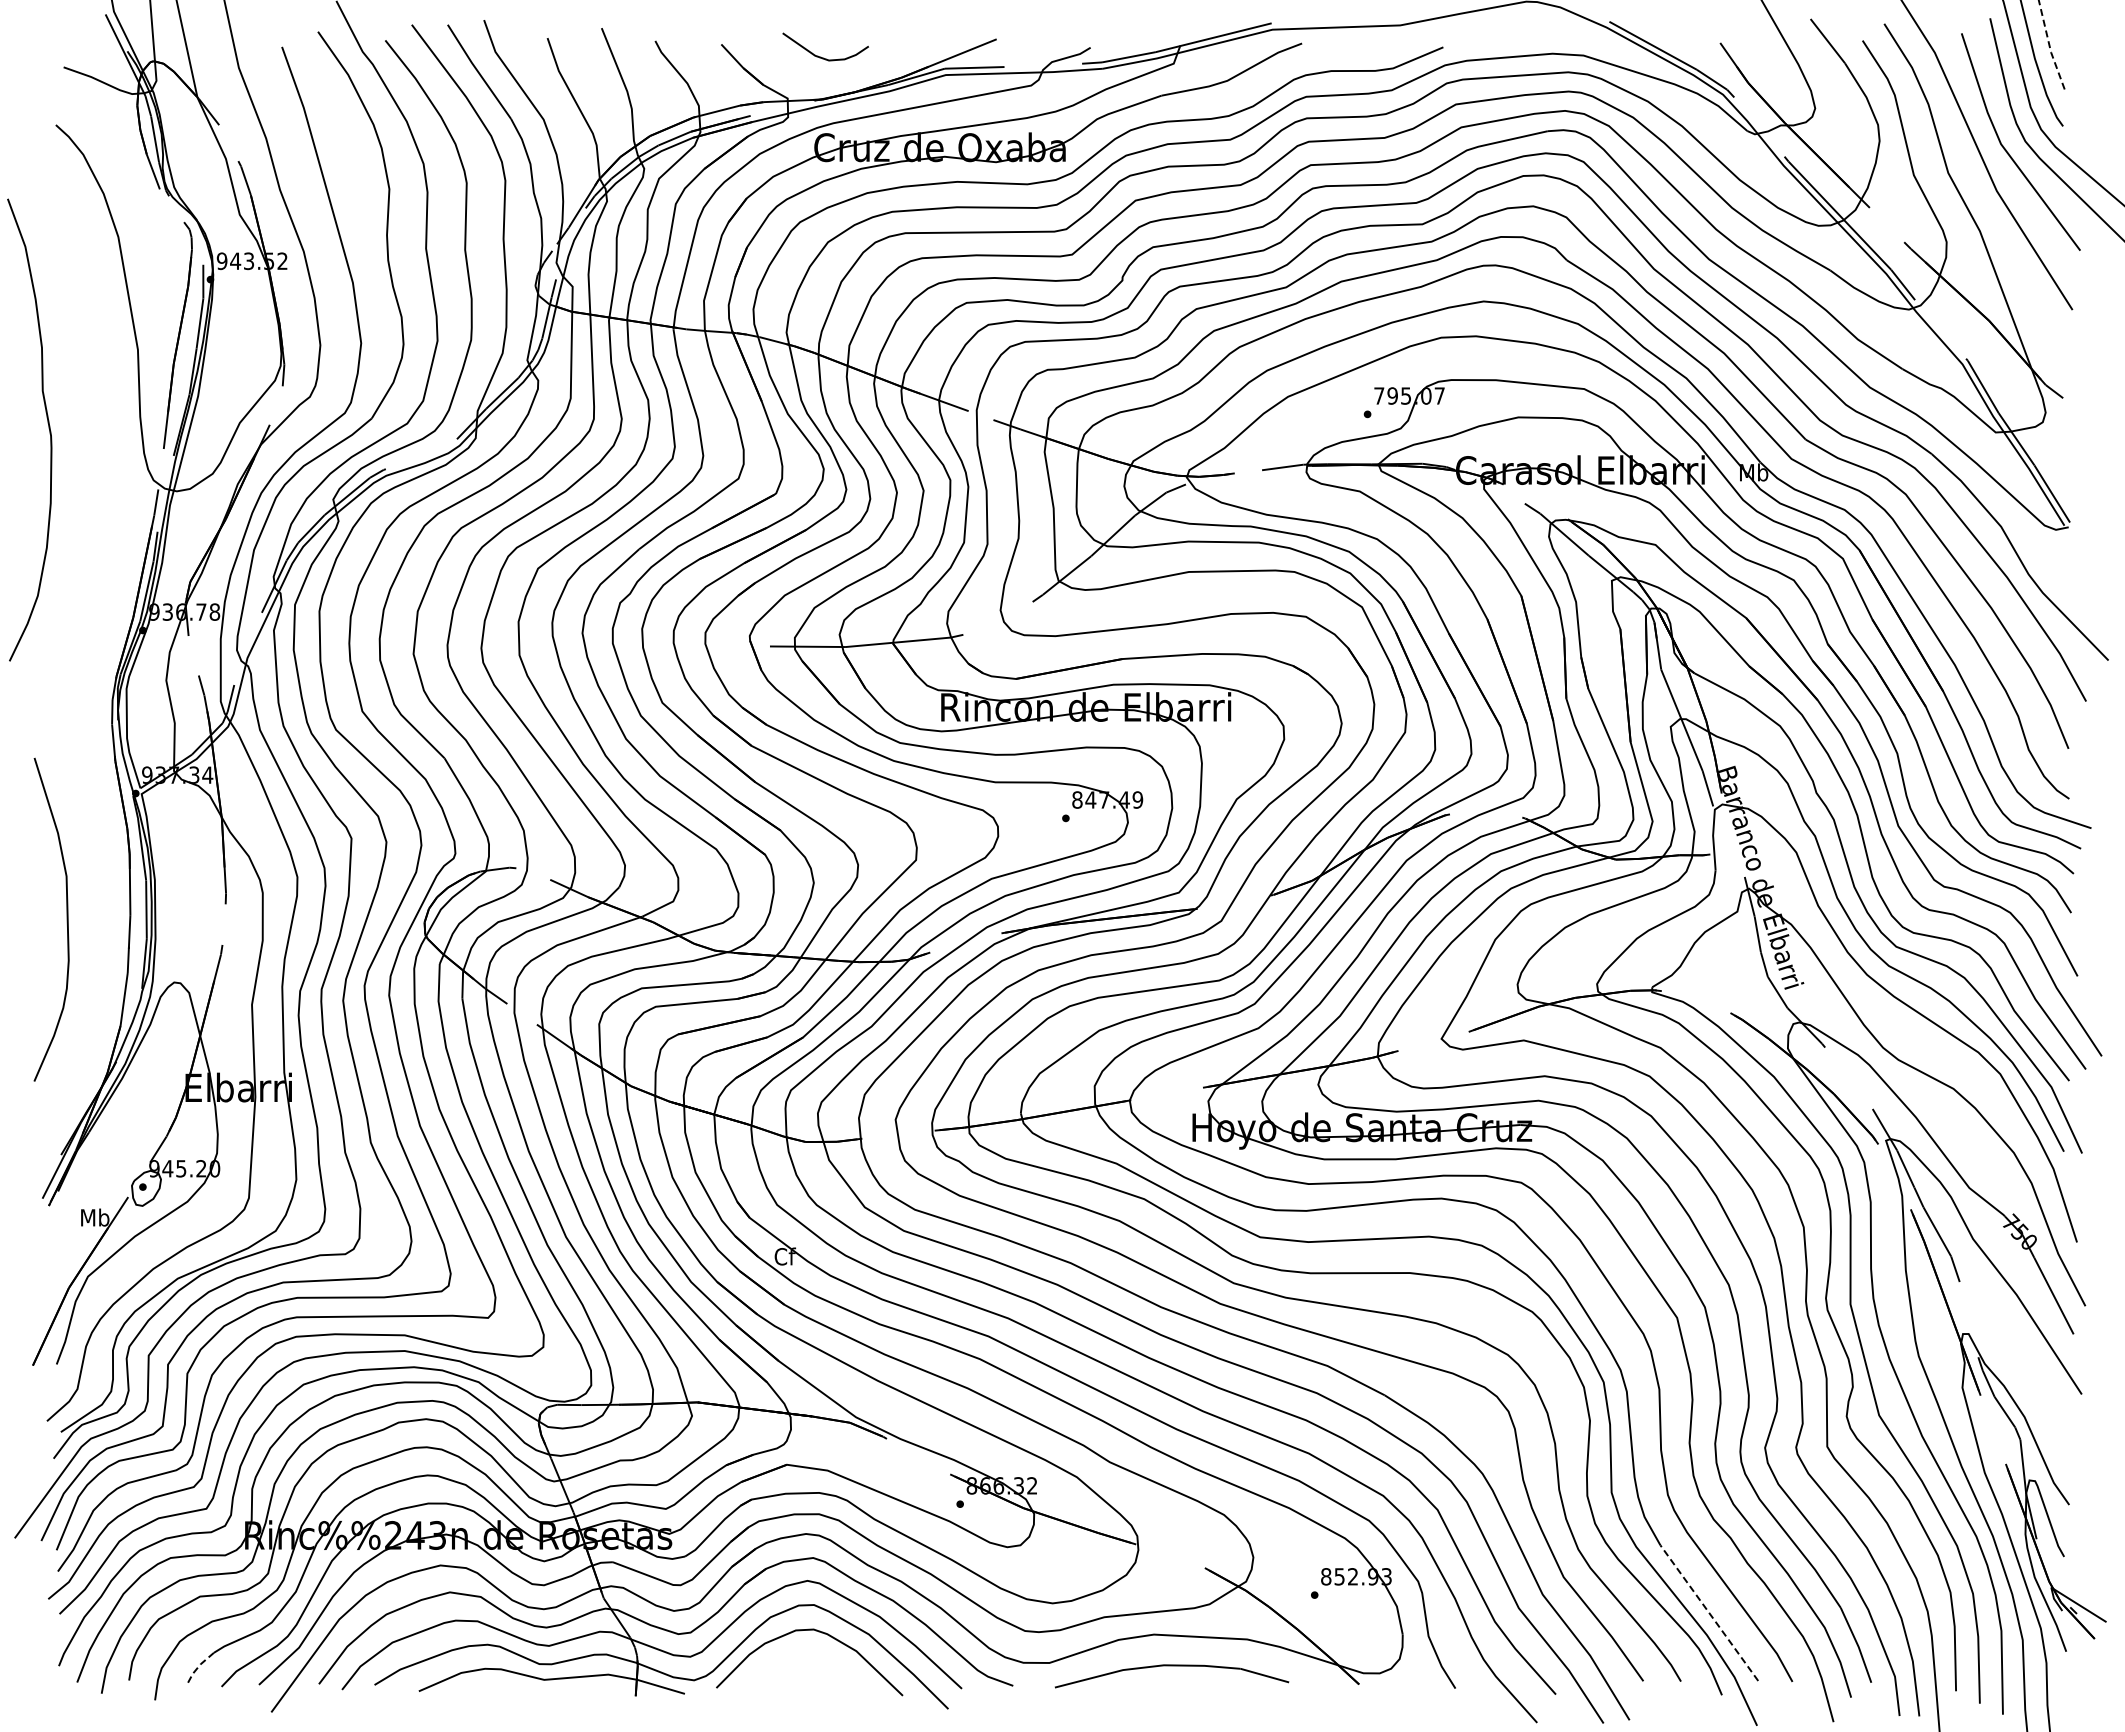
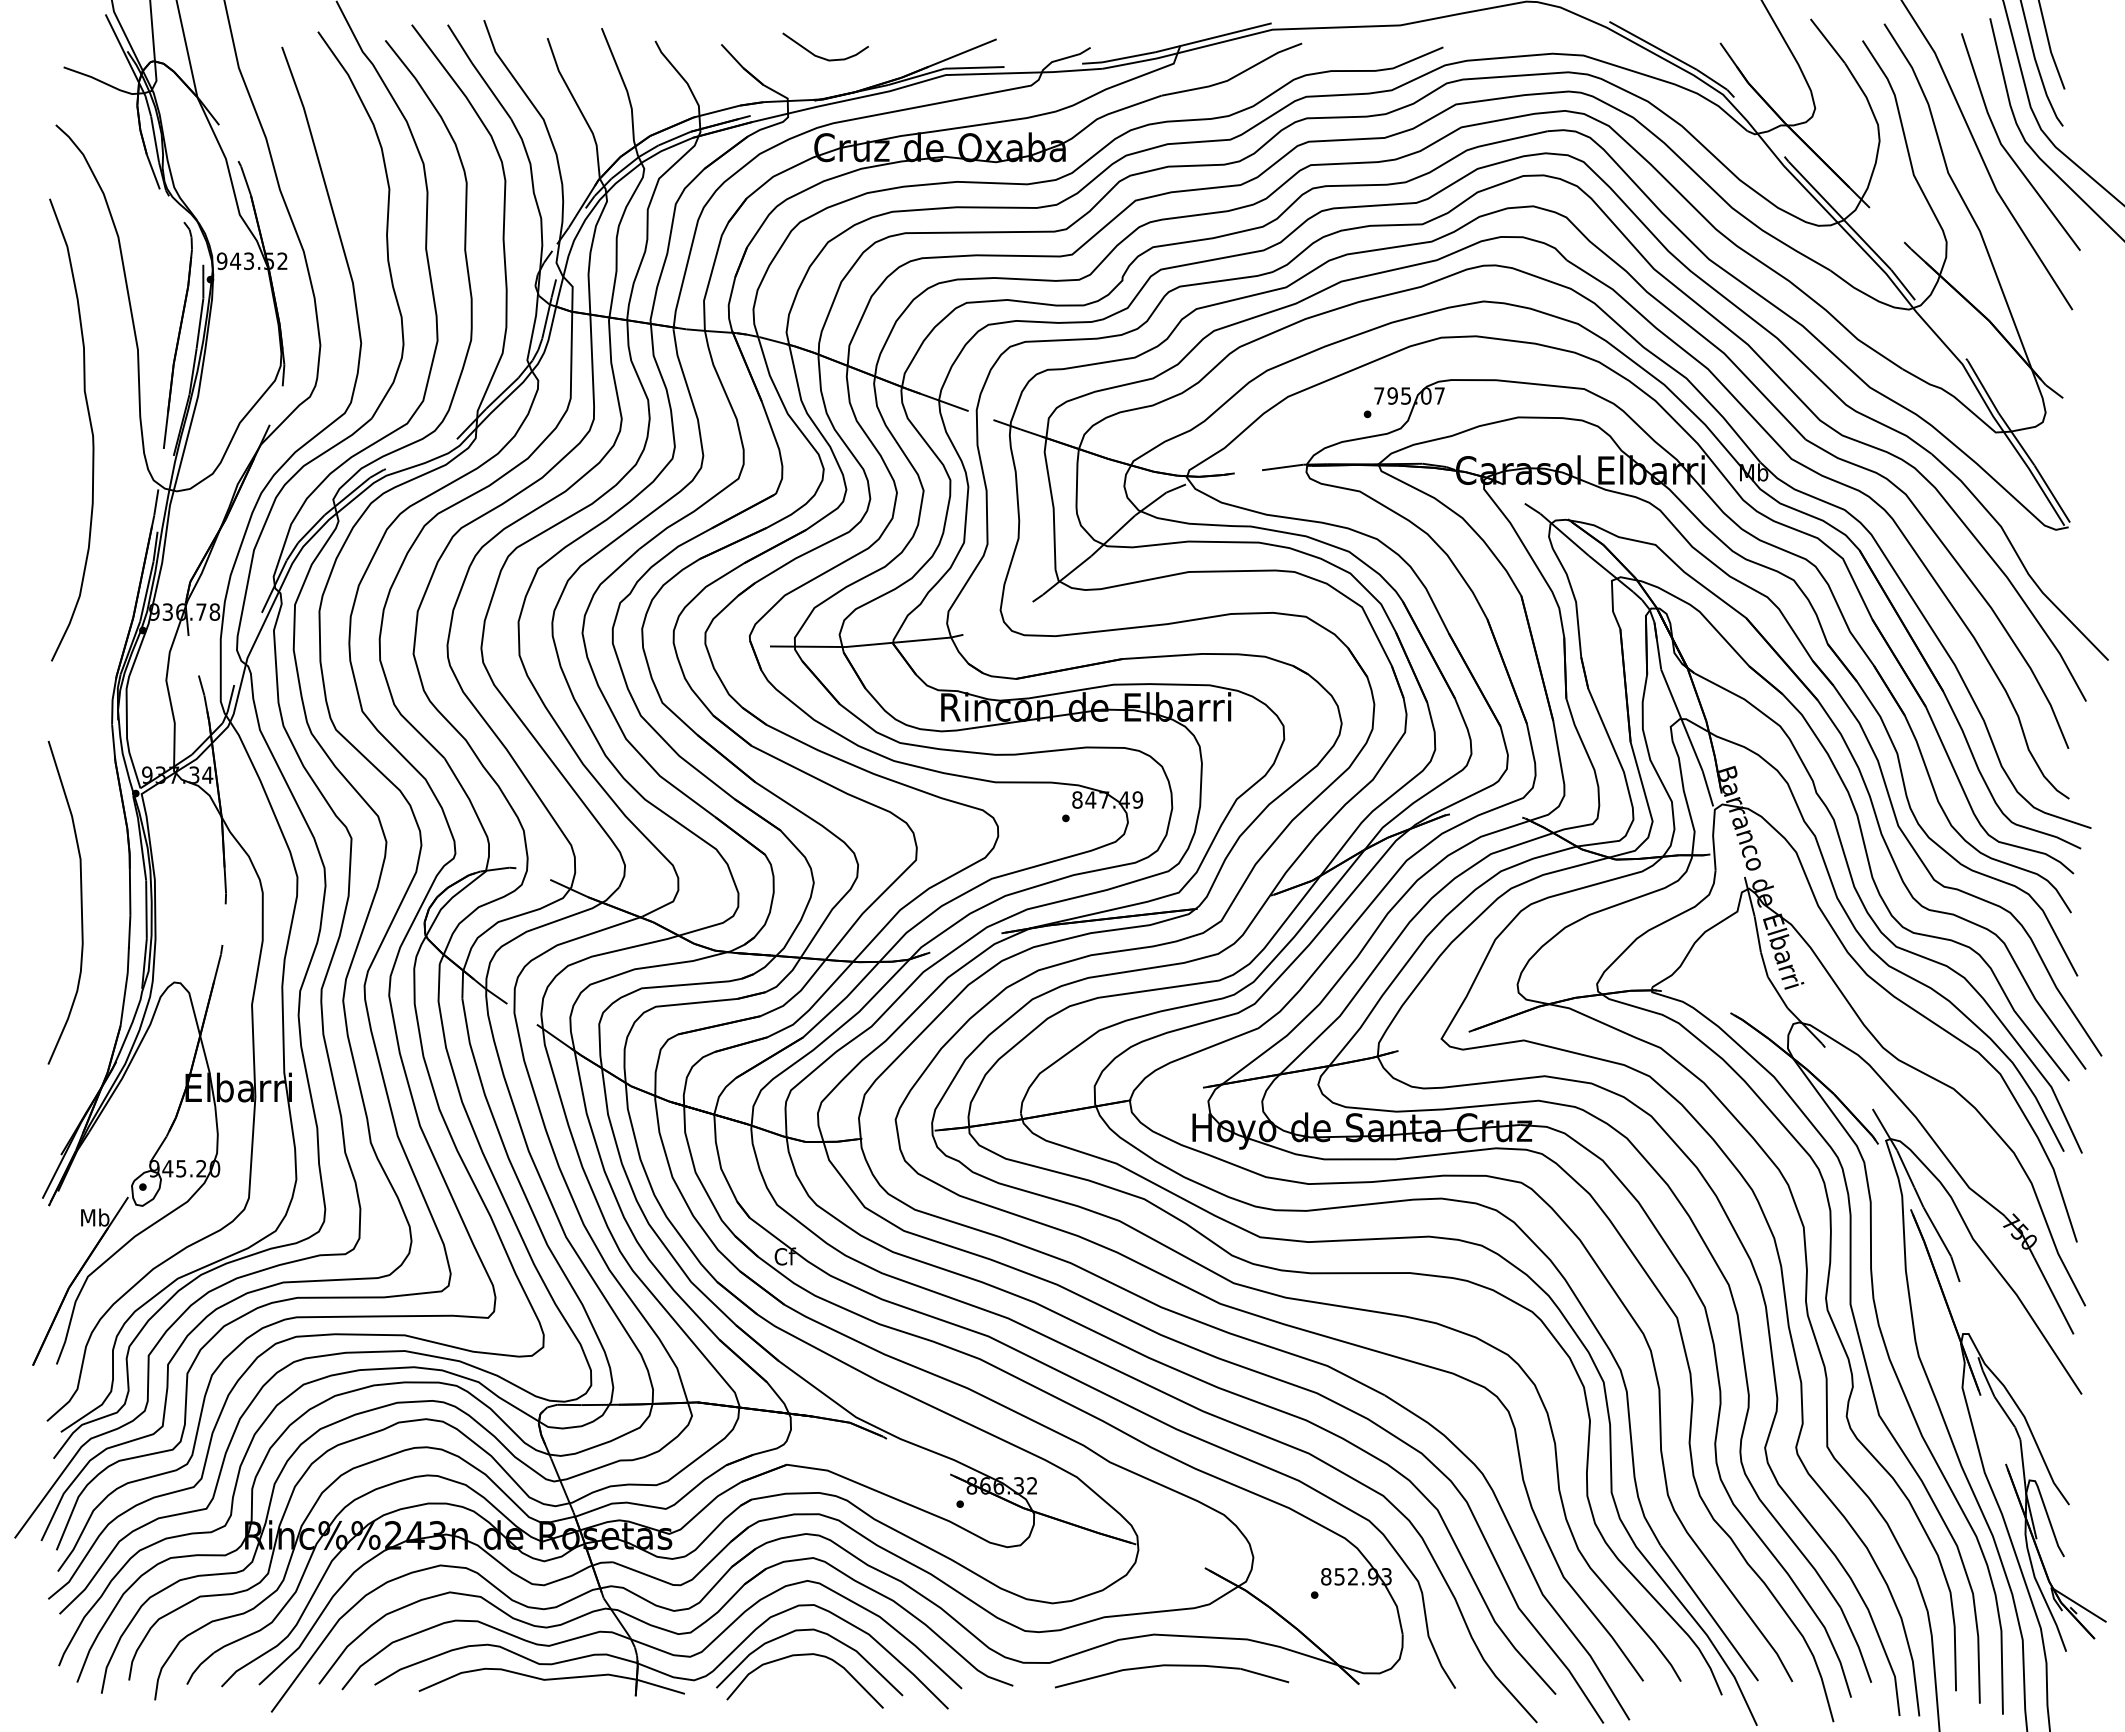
line at (2049, 45): dashed -> solid
curve at (47, 423) position: (47, 423) -> (89, 423)
curve at (66, 919) position: (66, 919) -> (80, 902)
line at (1709, 1613): dashed -> solid
curve at (804, 1655): none -> present
line at (198, 1667): dashed -> solid
